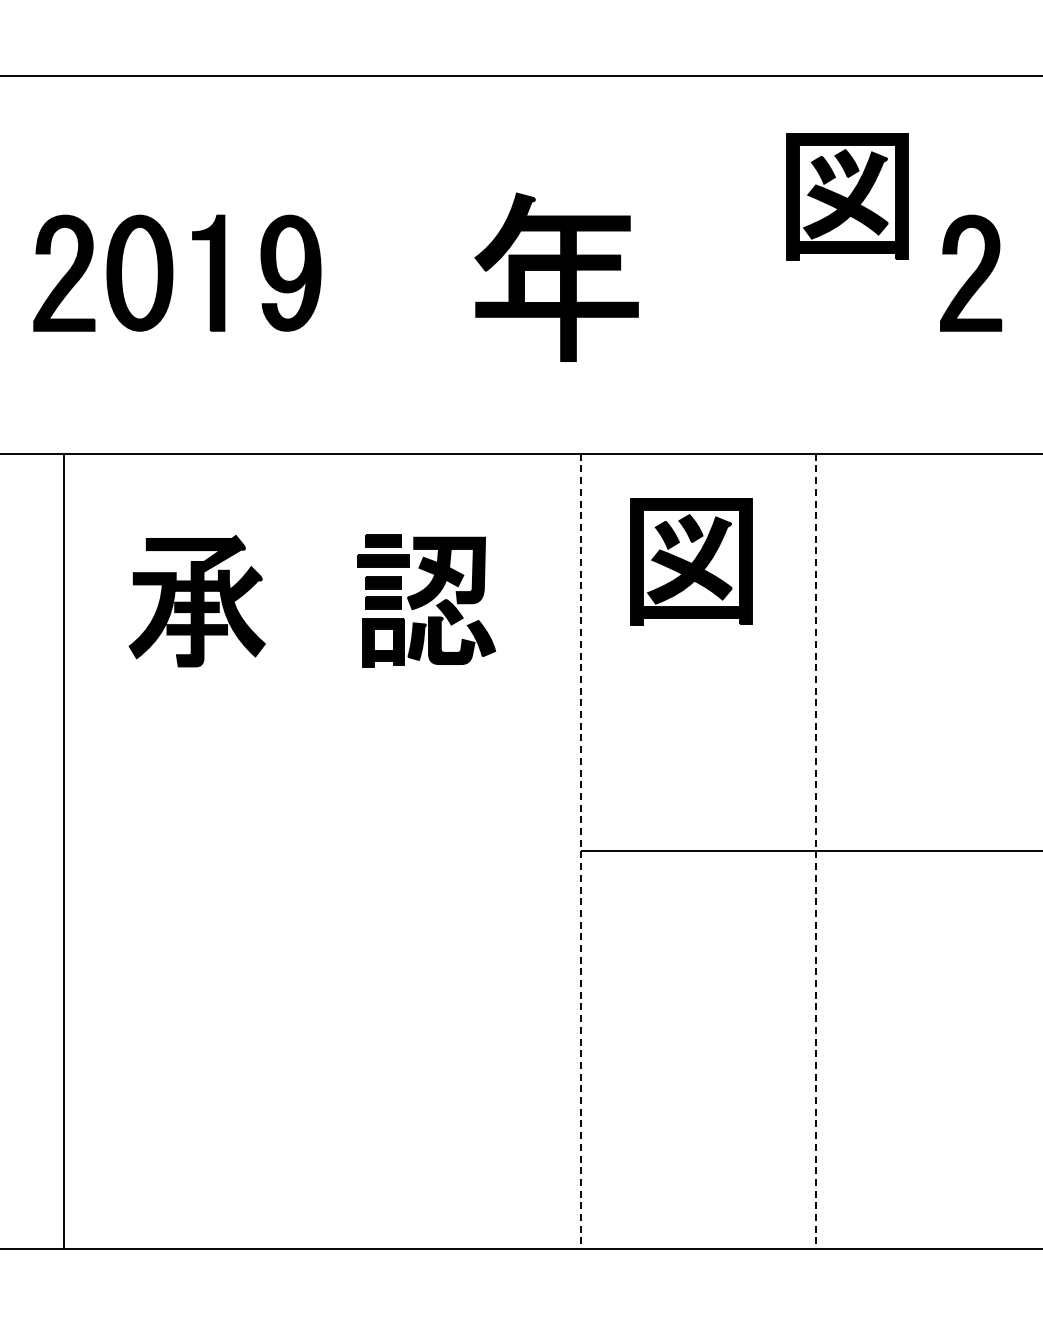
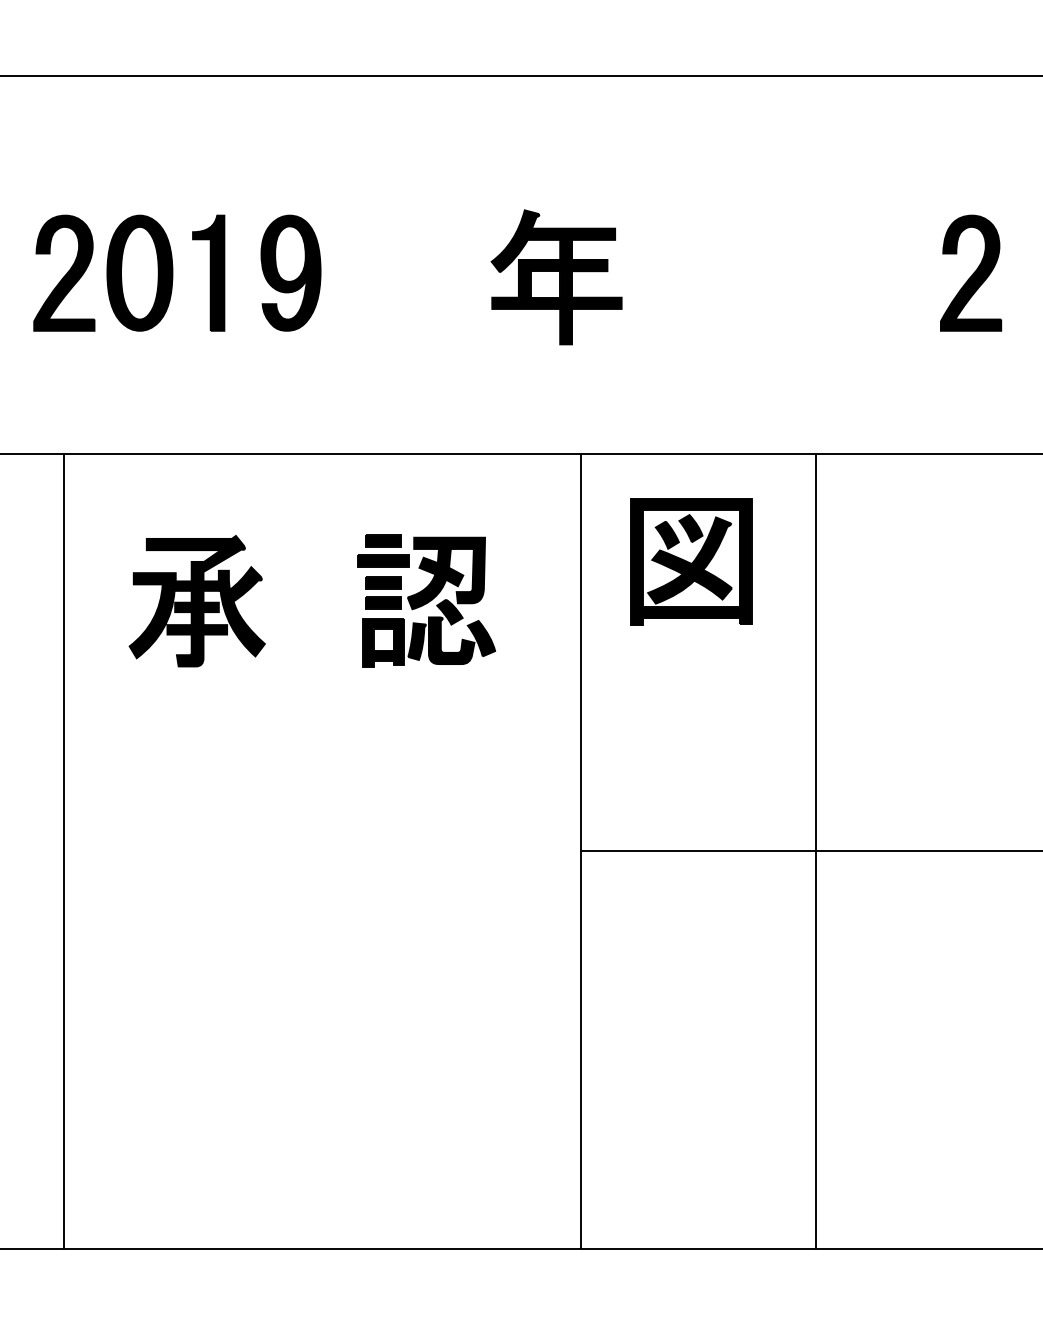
part at (847, 196): present -> none
part at (556, 276) size: 165x170 px -> 133x137 px
line at (581, 851): dashed -> solid
line at (816, 851): dashed -> solid
